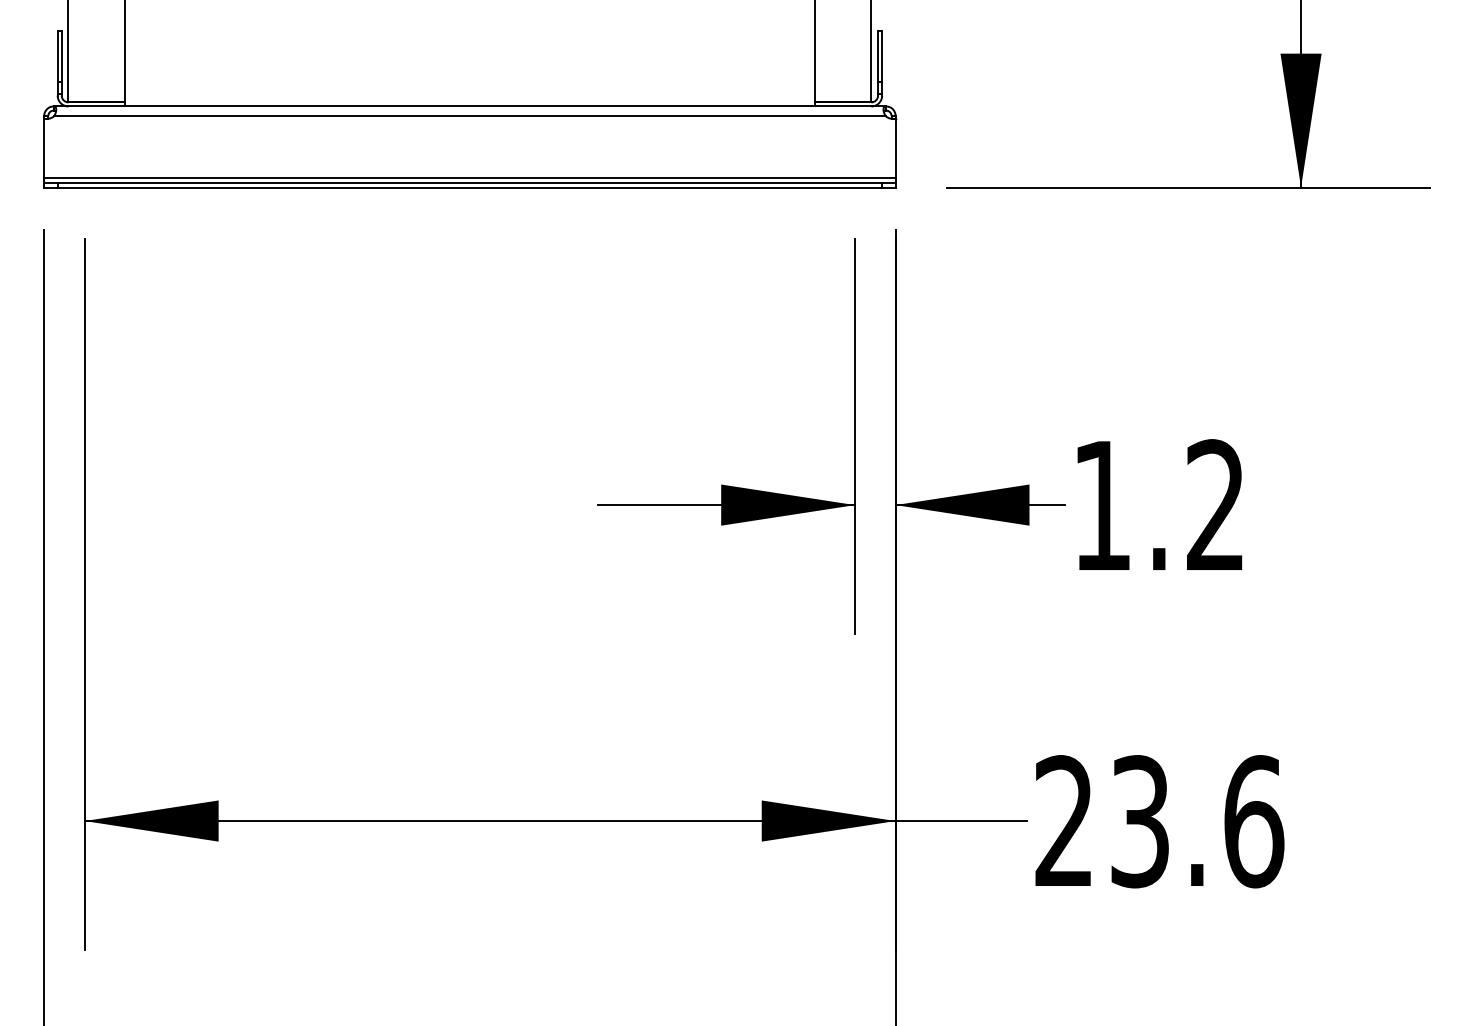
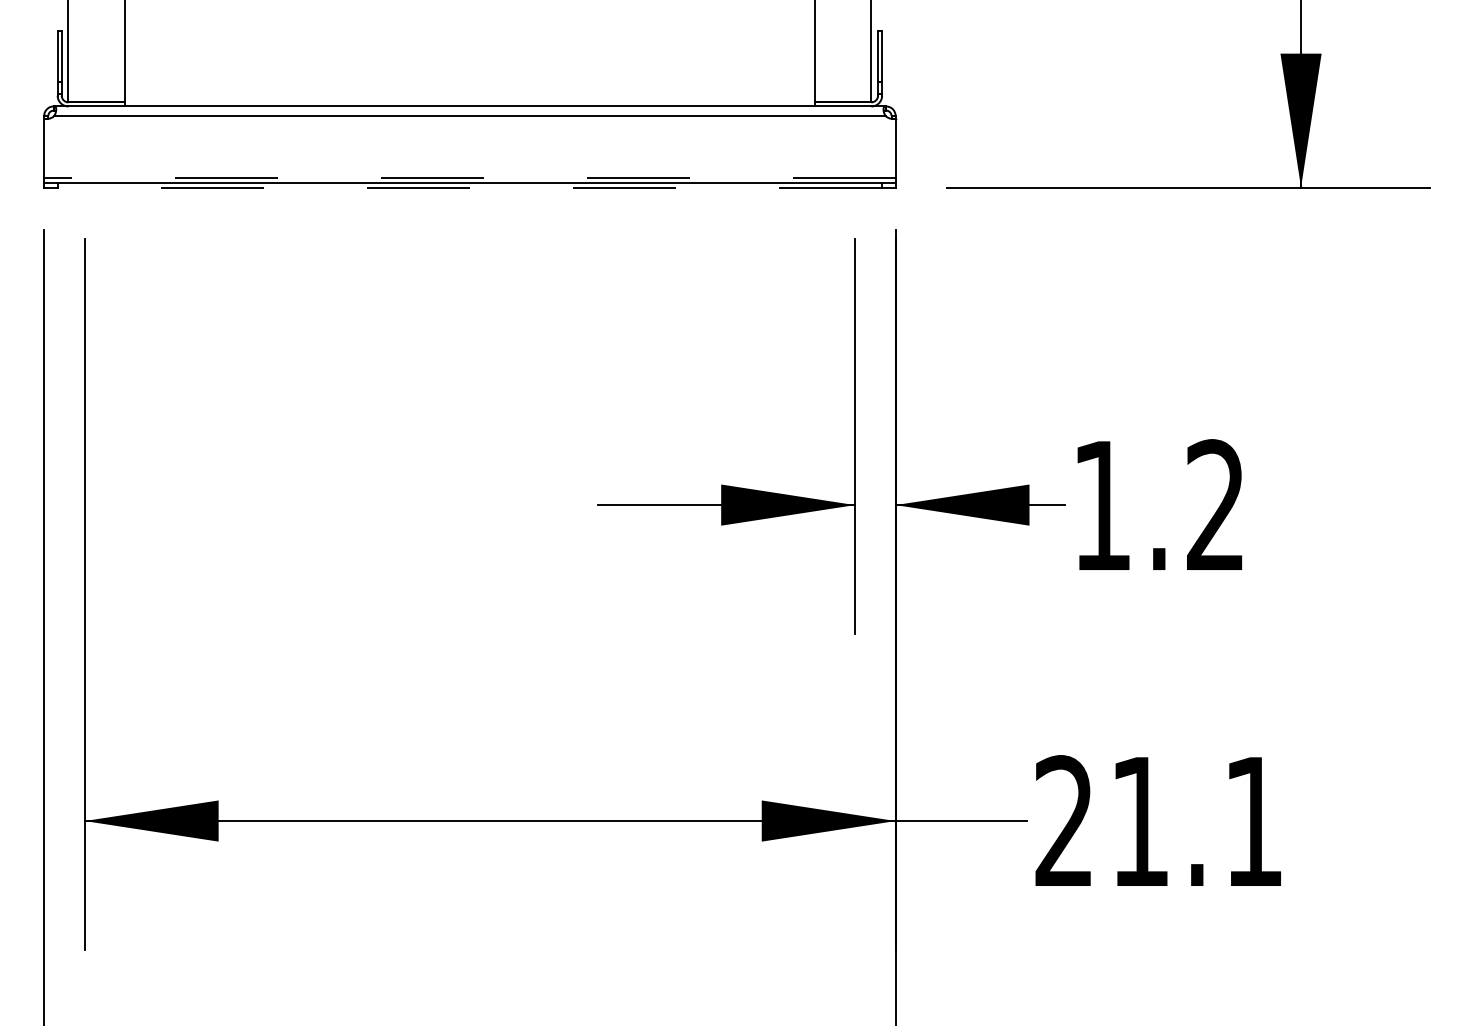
line at (469, 178): solid -> dashed
line at (469, 187): solid -> dashed
text at (1197, 821): 23.6 -> 21.1
